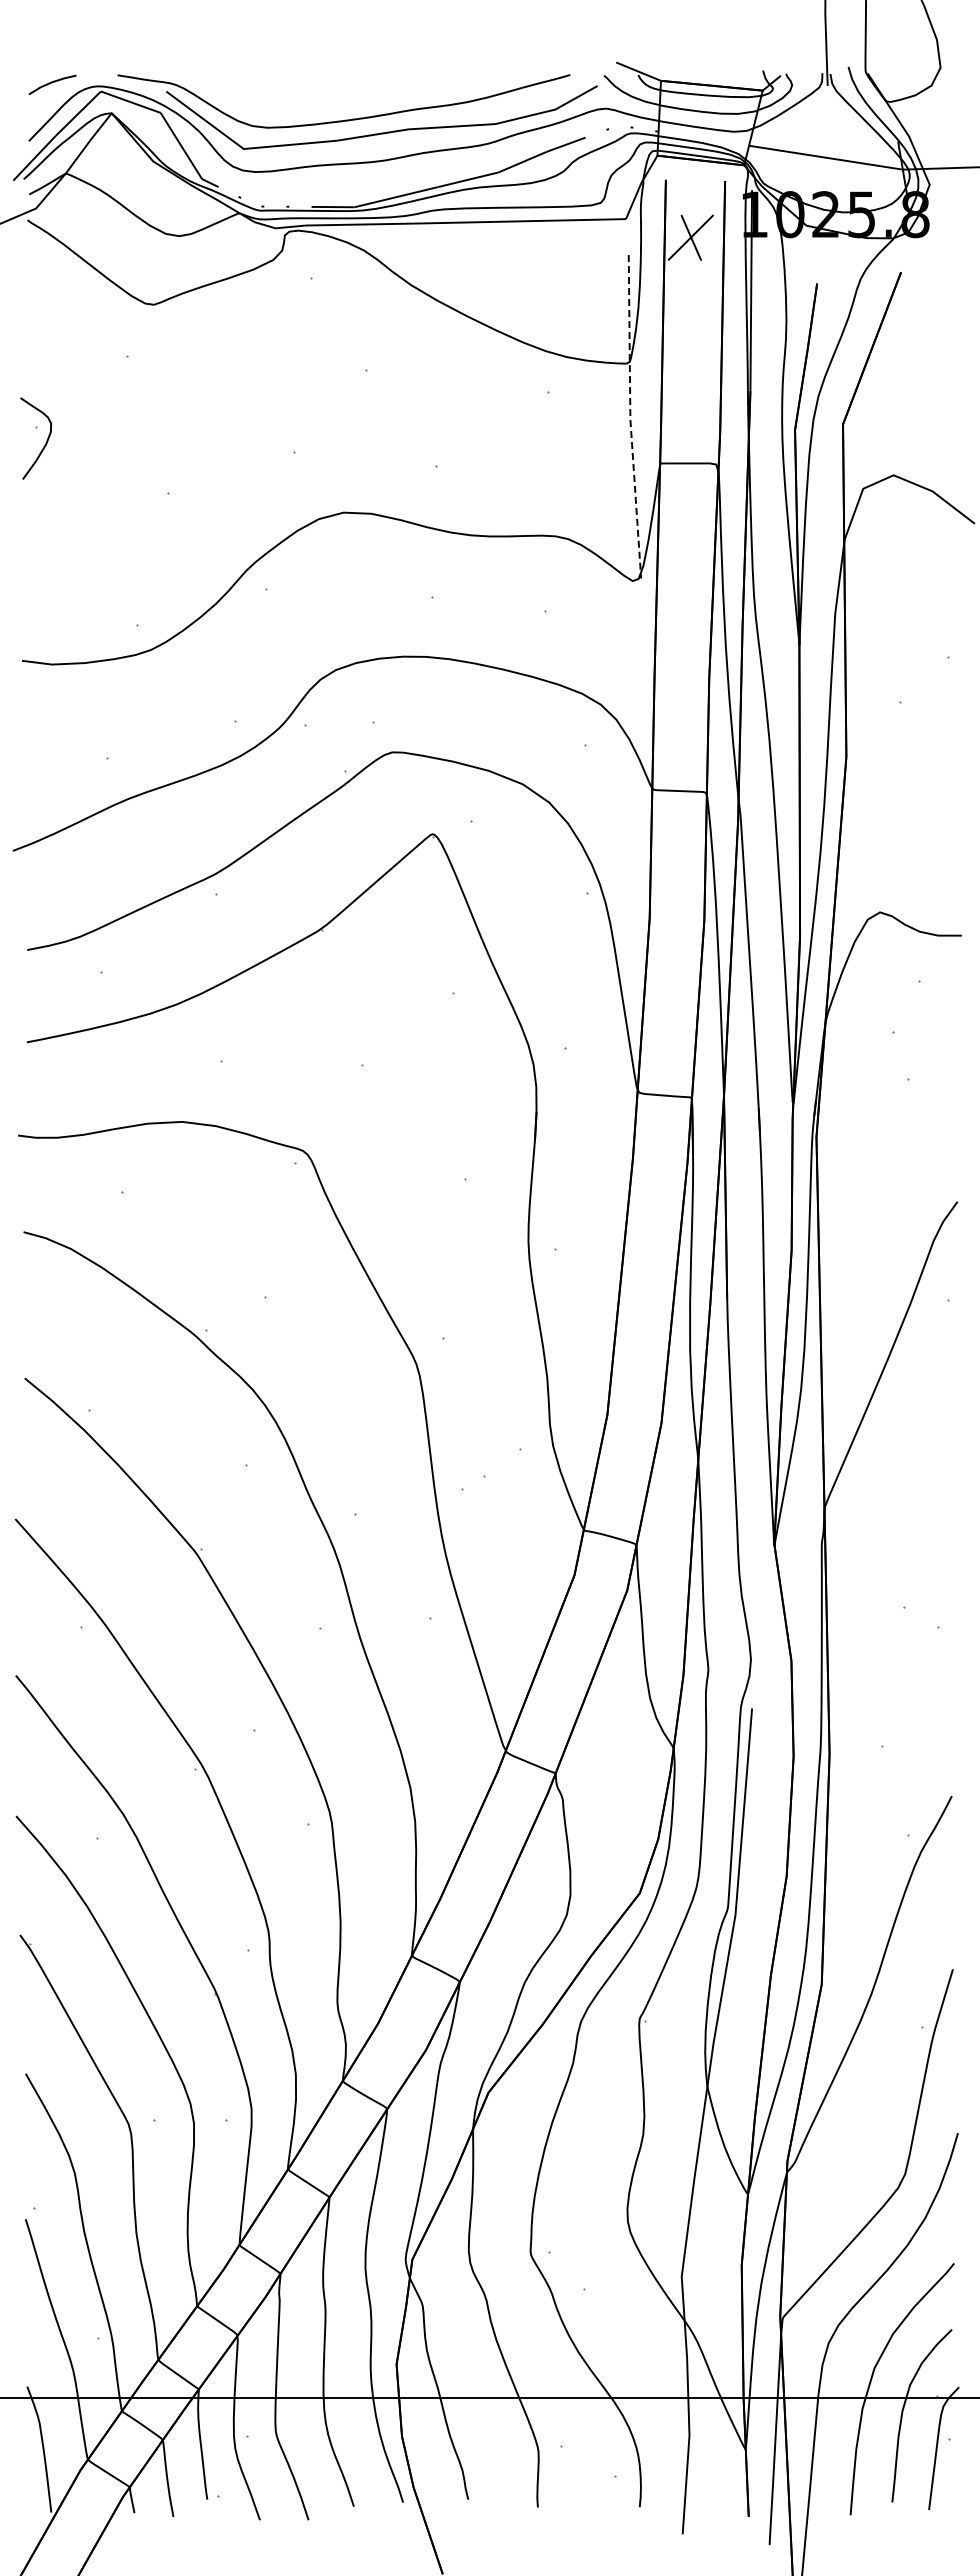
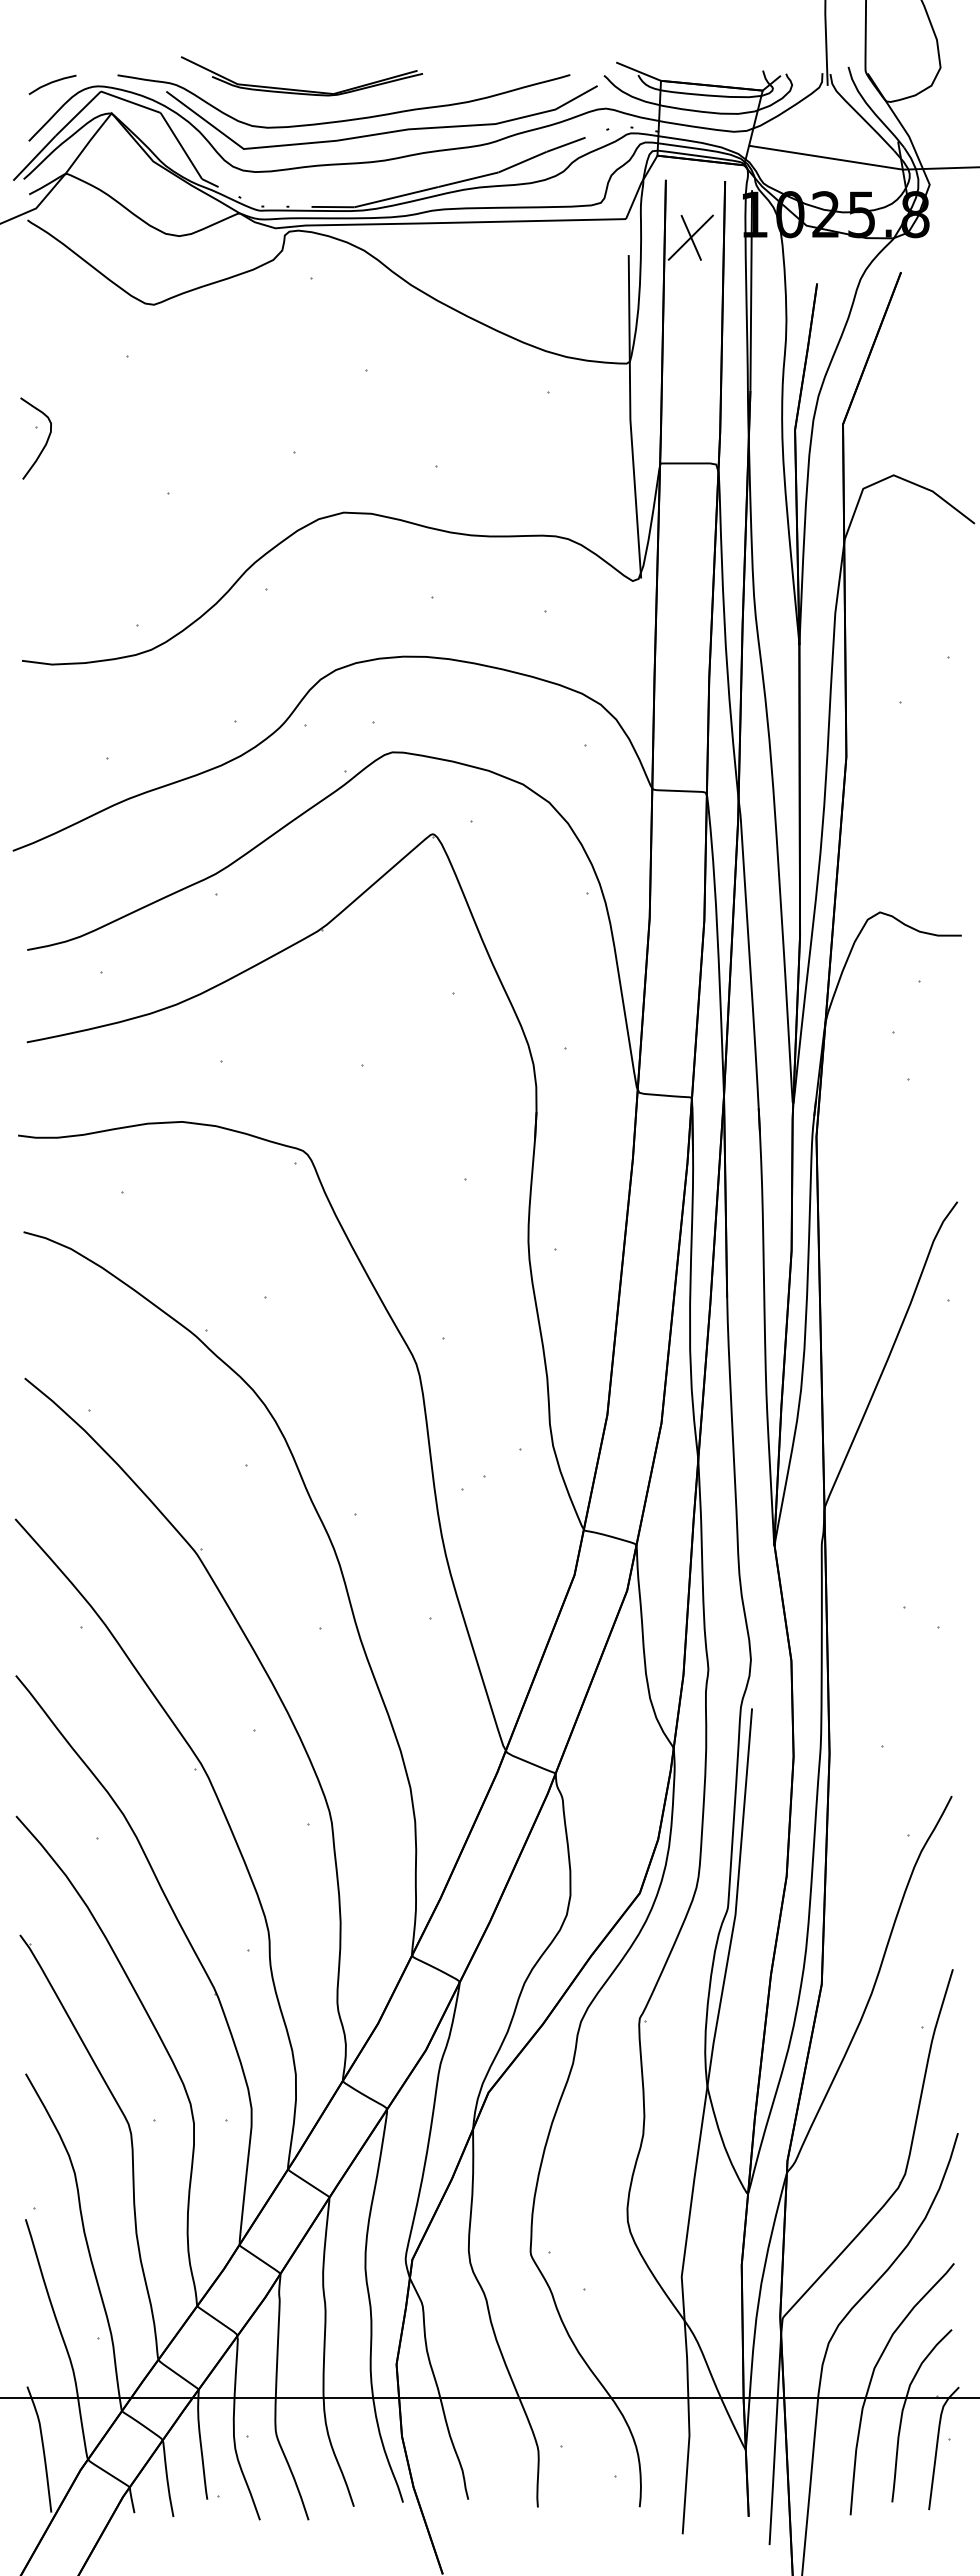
part at (301, 89): none -> present
line at (630, 417): dashed -> solid
